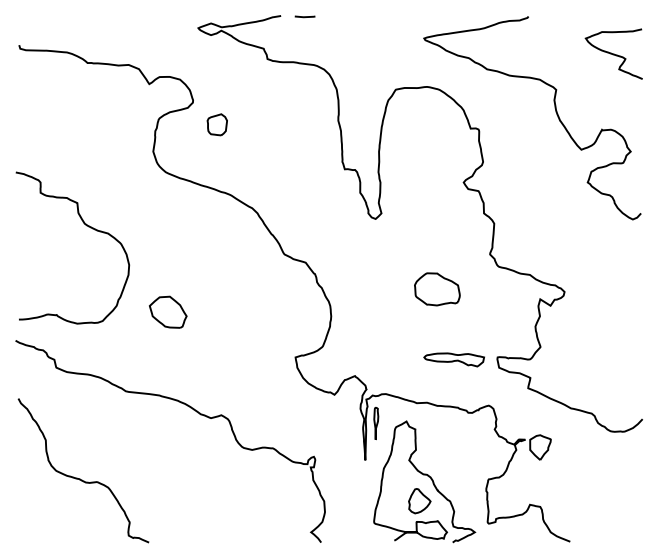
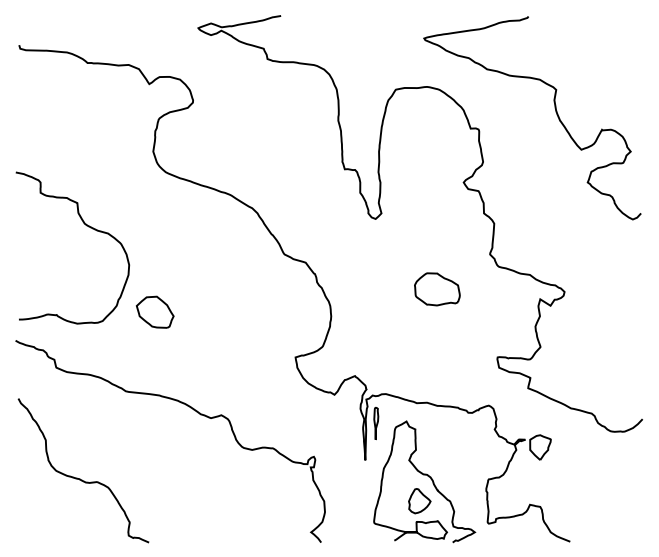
line at (304, 16): present -> none
curve at (613, 53): present -> none
part at (216, 124): present -> none
part at (168, 311) position: (168, 311) -> (155, 311)
part at (453, 359): present -> none
